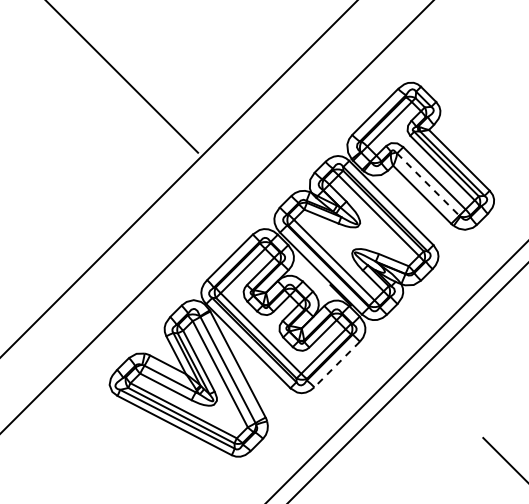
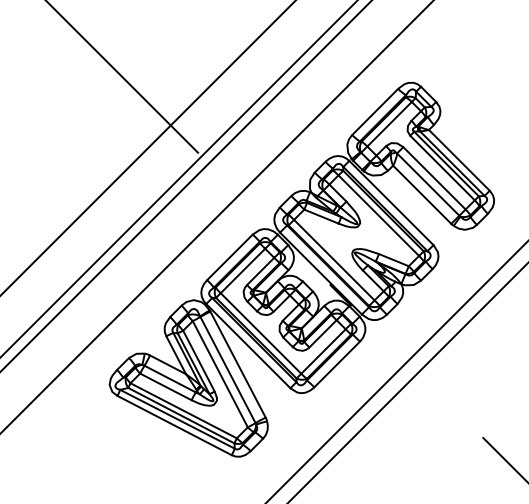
line at (148, 147): none -> present
line at (428, 184): dashed -> solid
line at (186, 185): none -> present
line at (336, 364): dashed -> solid
